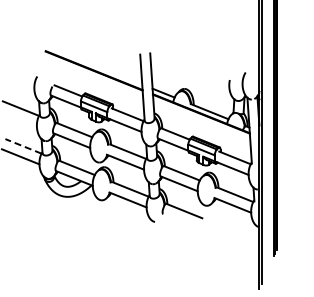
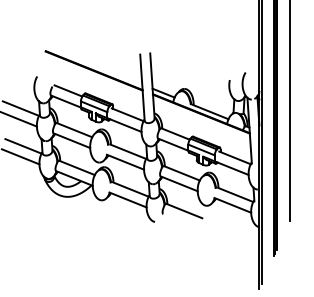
line at (289, 111): none -> present
line at (19, 119): none -> present
line at (23, 146): dashed -> solid
